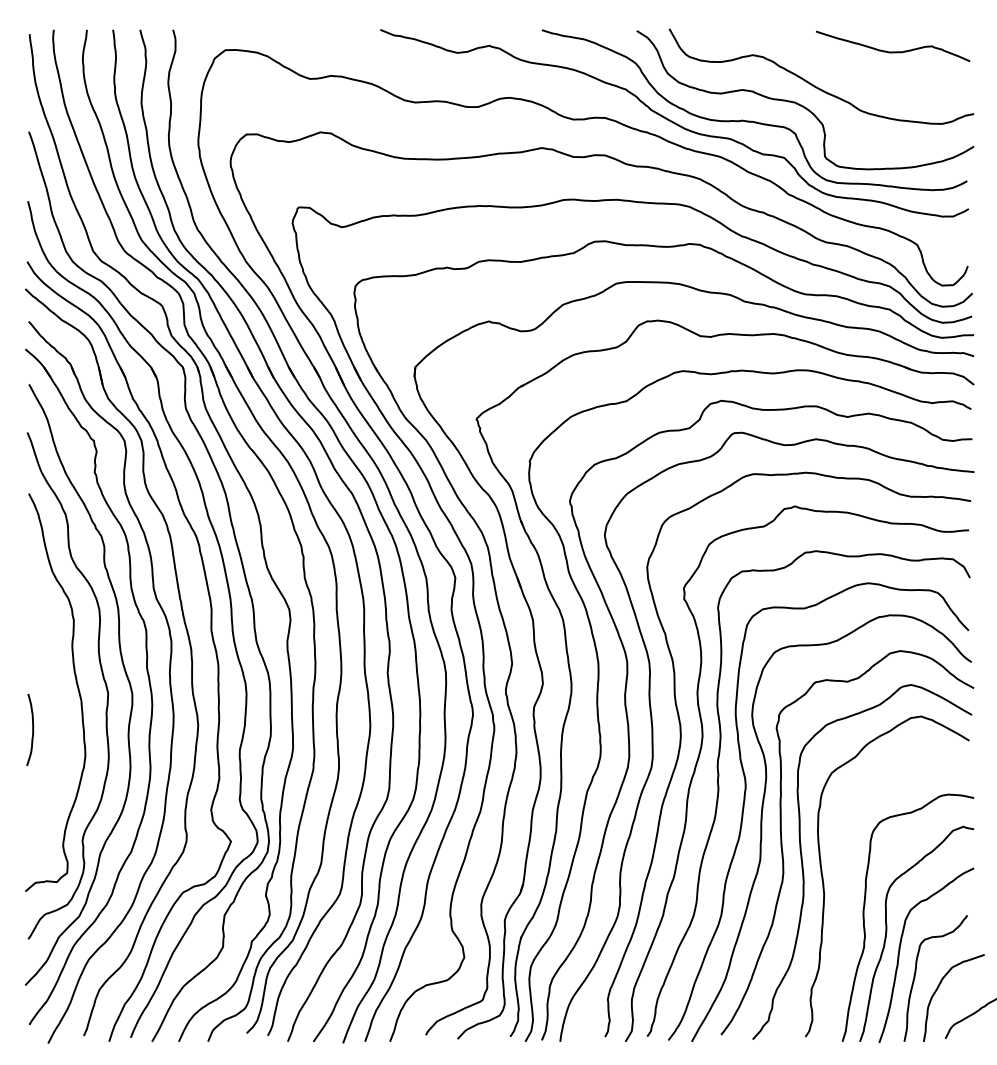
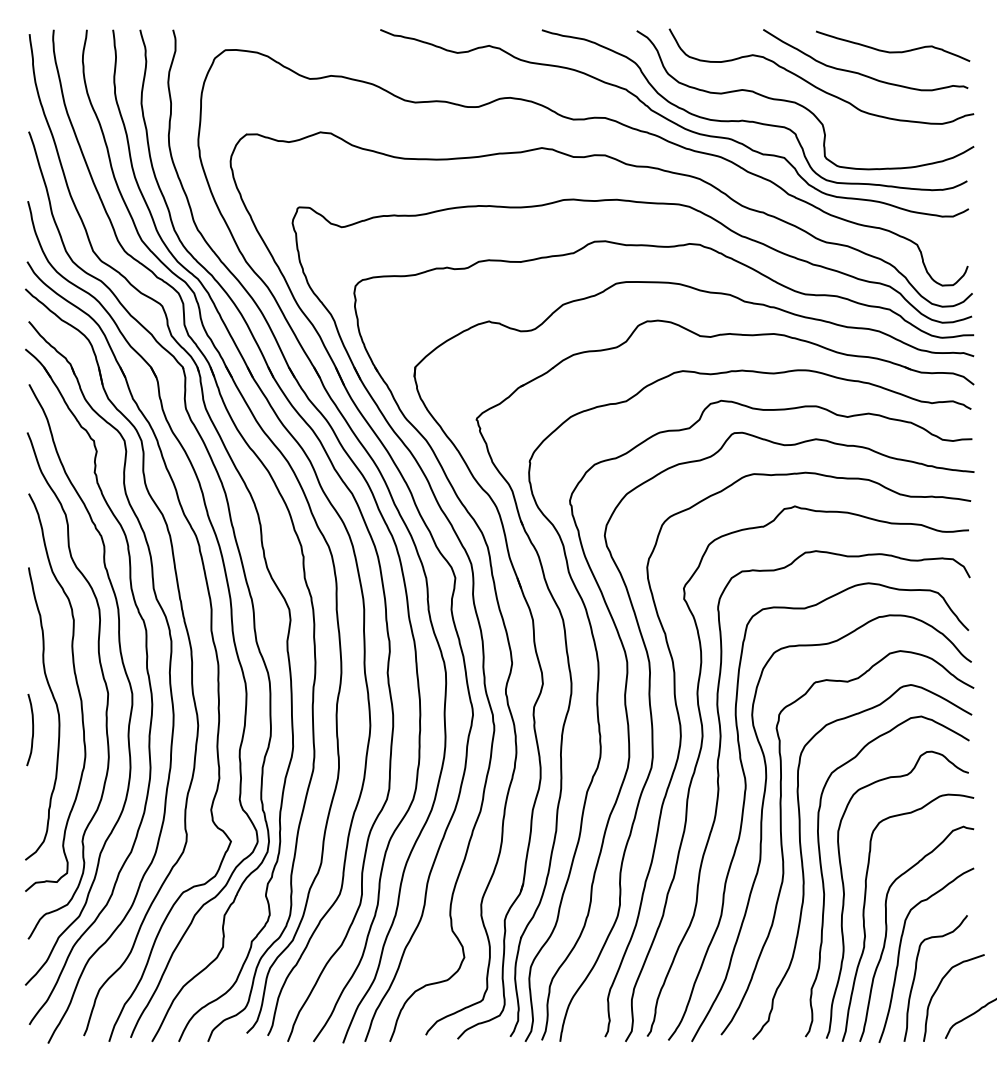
curve at (859, 72): none -> present
curve at (56, 709): none -> present
curve at (844, 894): none -> present
